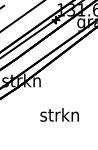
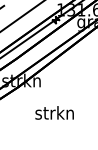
text at (59, 114) position: (59, 114) -> (54, 112)
